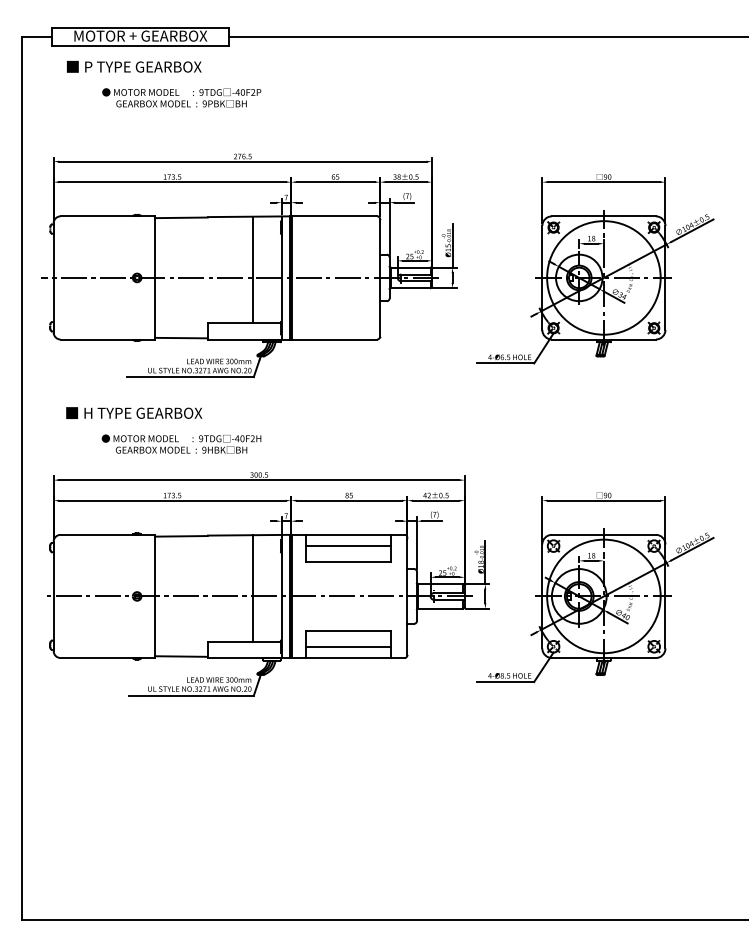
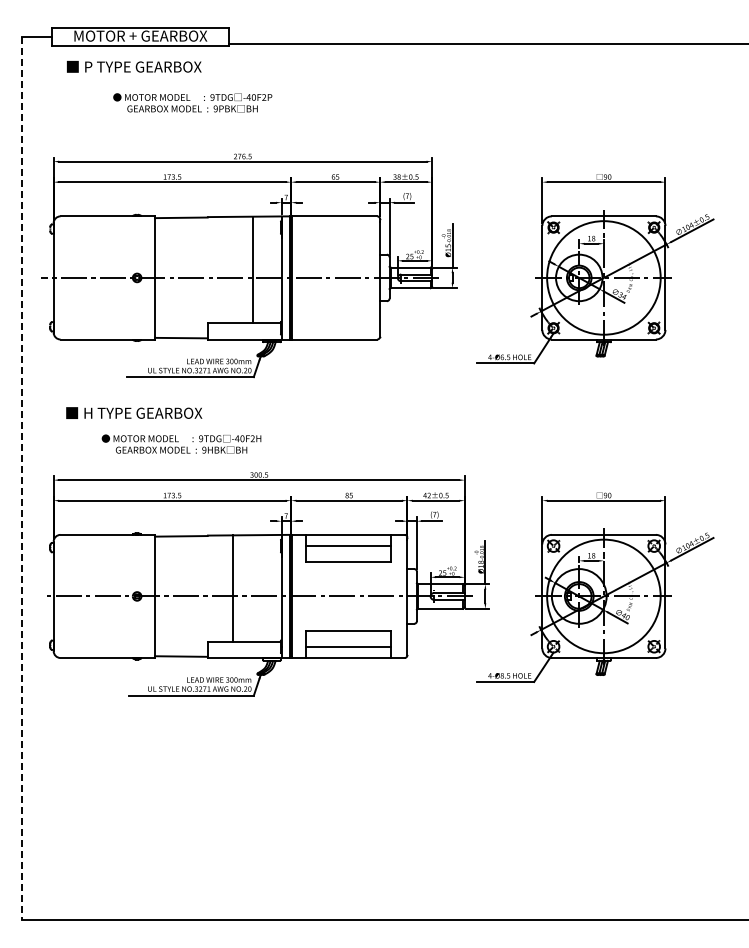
line at (487, 37) position: (487, 37) -> (487, 44)
text at (181, 97) position: (181, 97) -> (192, 102)
line at (22, 478): solid -> dashed
line at (253, 588) position: (253, 588) -> (233, 588)
